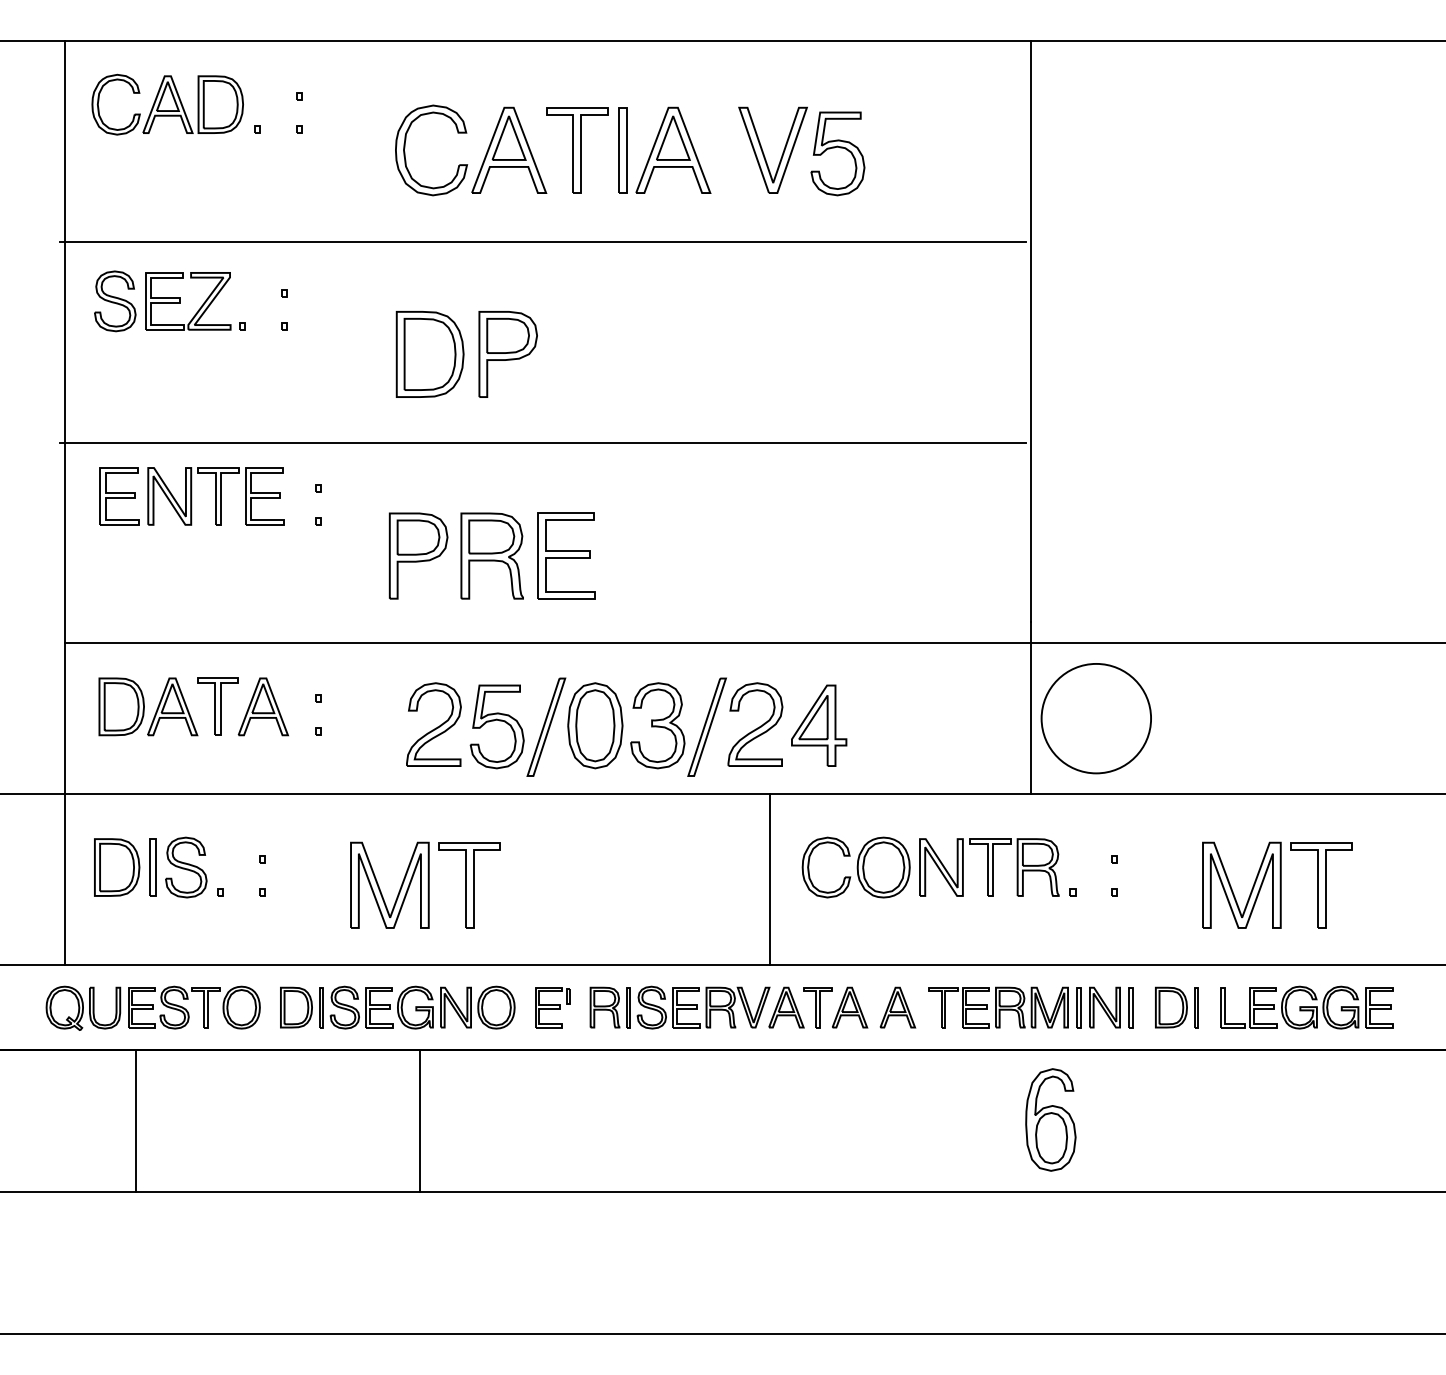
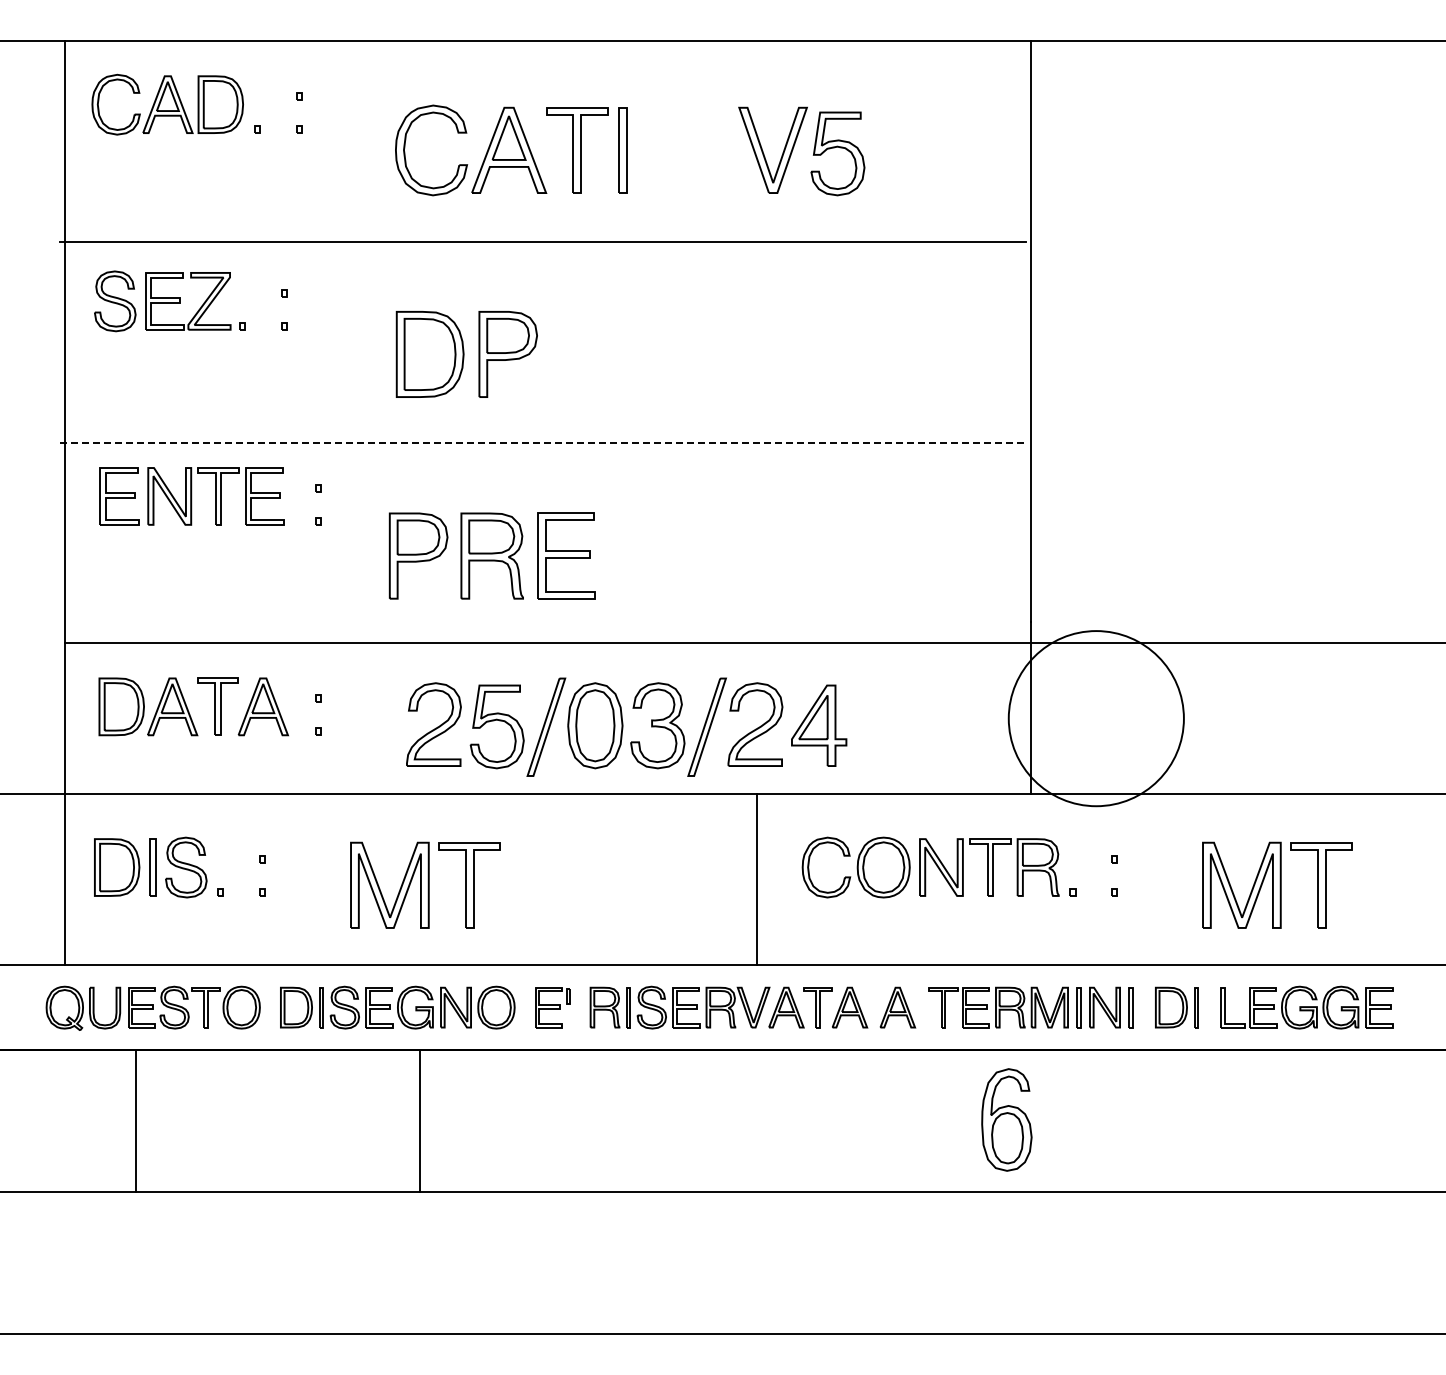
part at (673, 149): present -> none
line at (543, 442): solid -> dashed
circle at (1096, 718) diameter: 109 px -> 175 px
line at (770, 879) position: (770, 879) -> (757, 879)
part at (1050, 1119) position: (1050, 1119) -> (1006, 1119)
